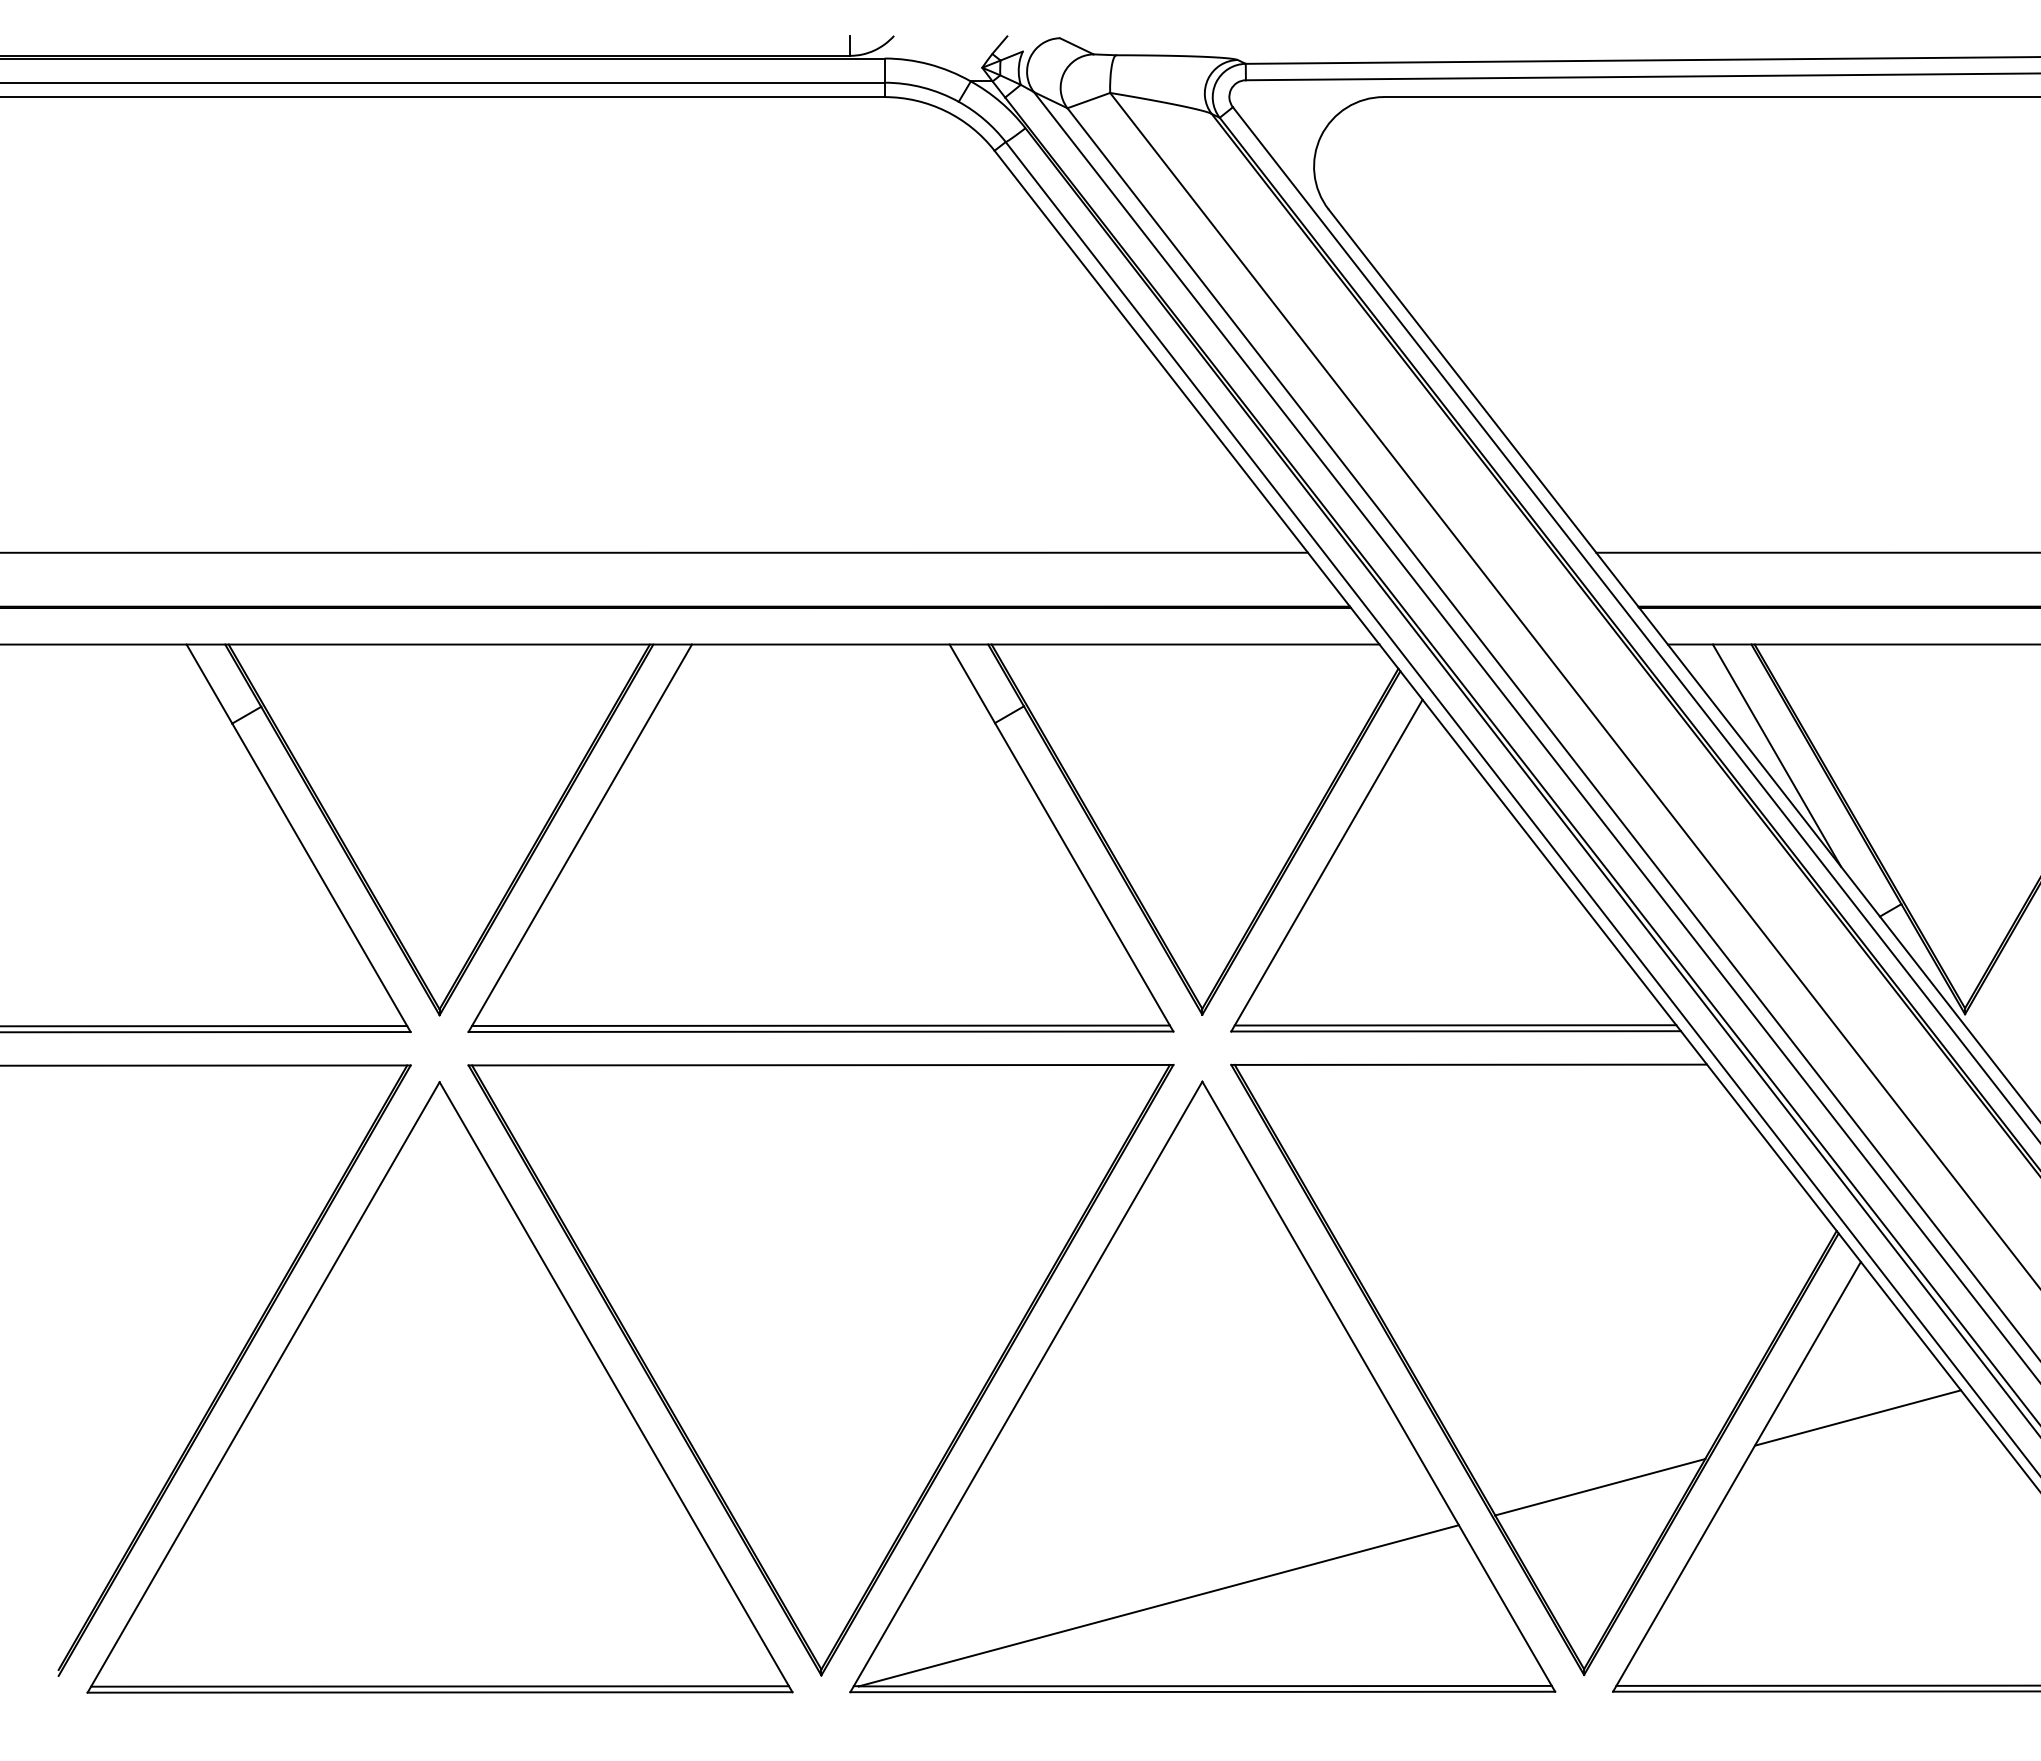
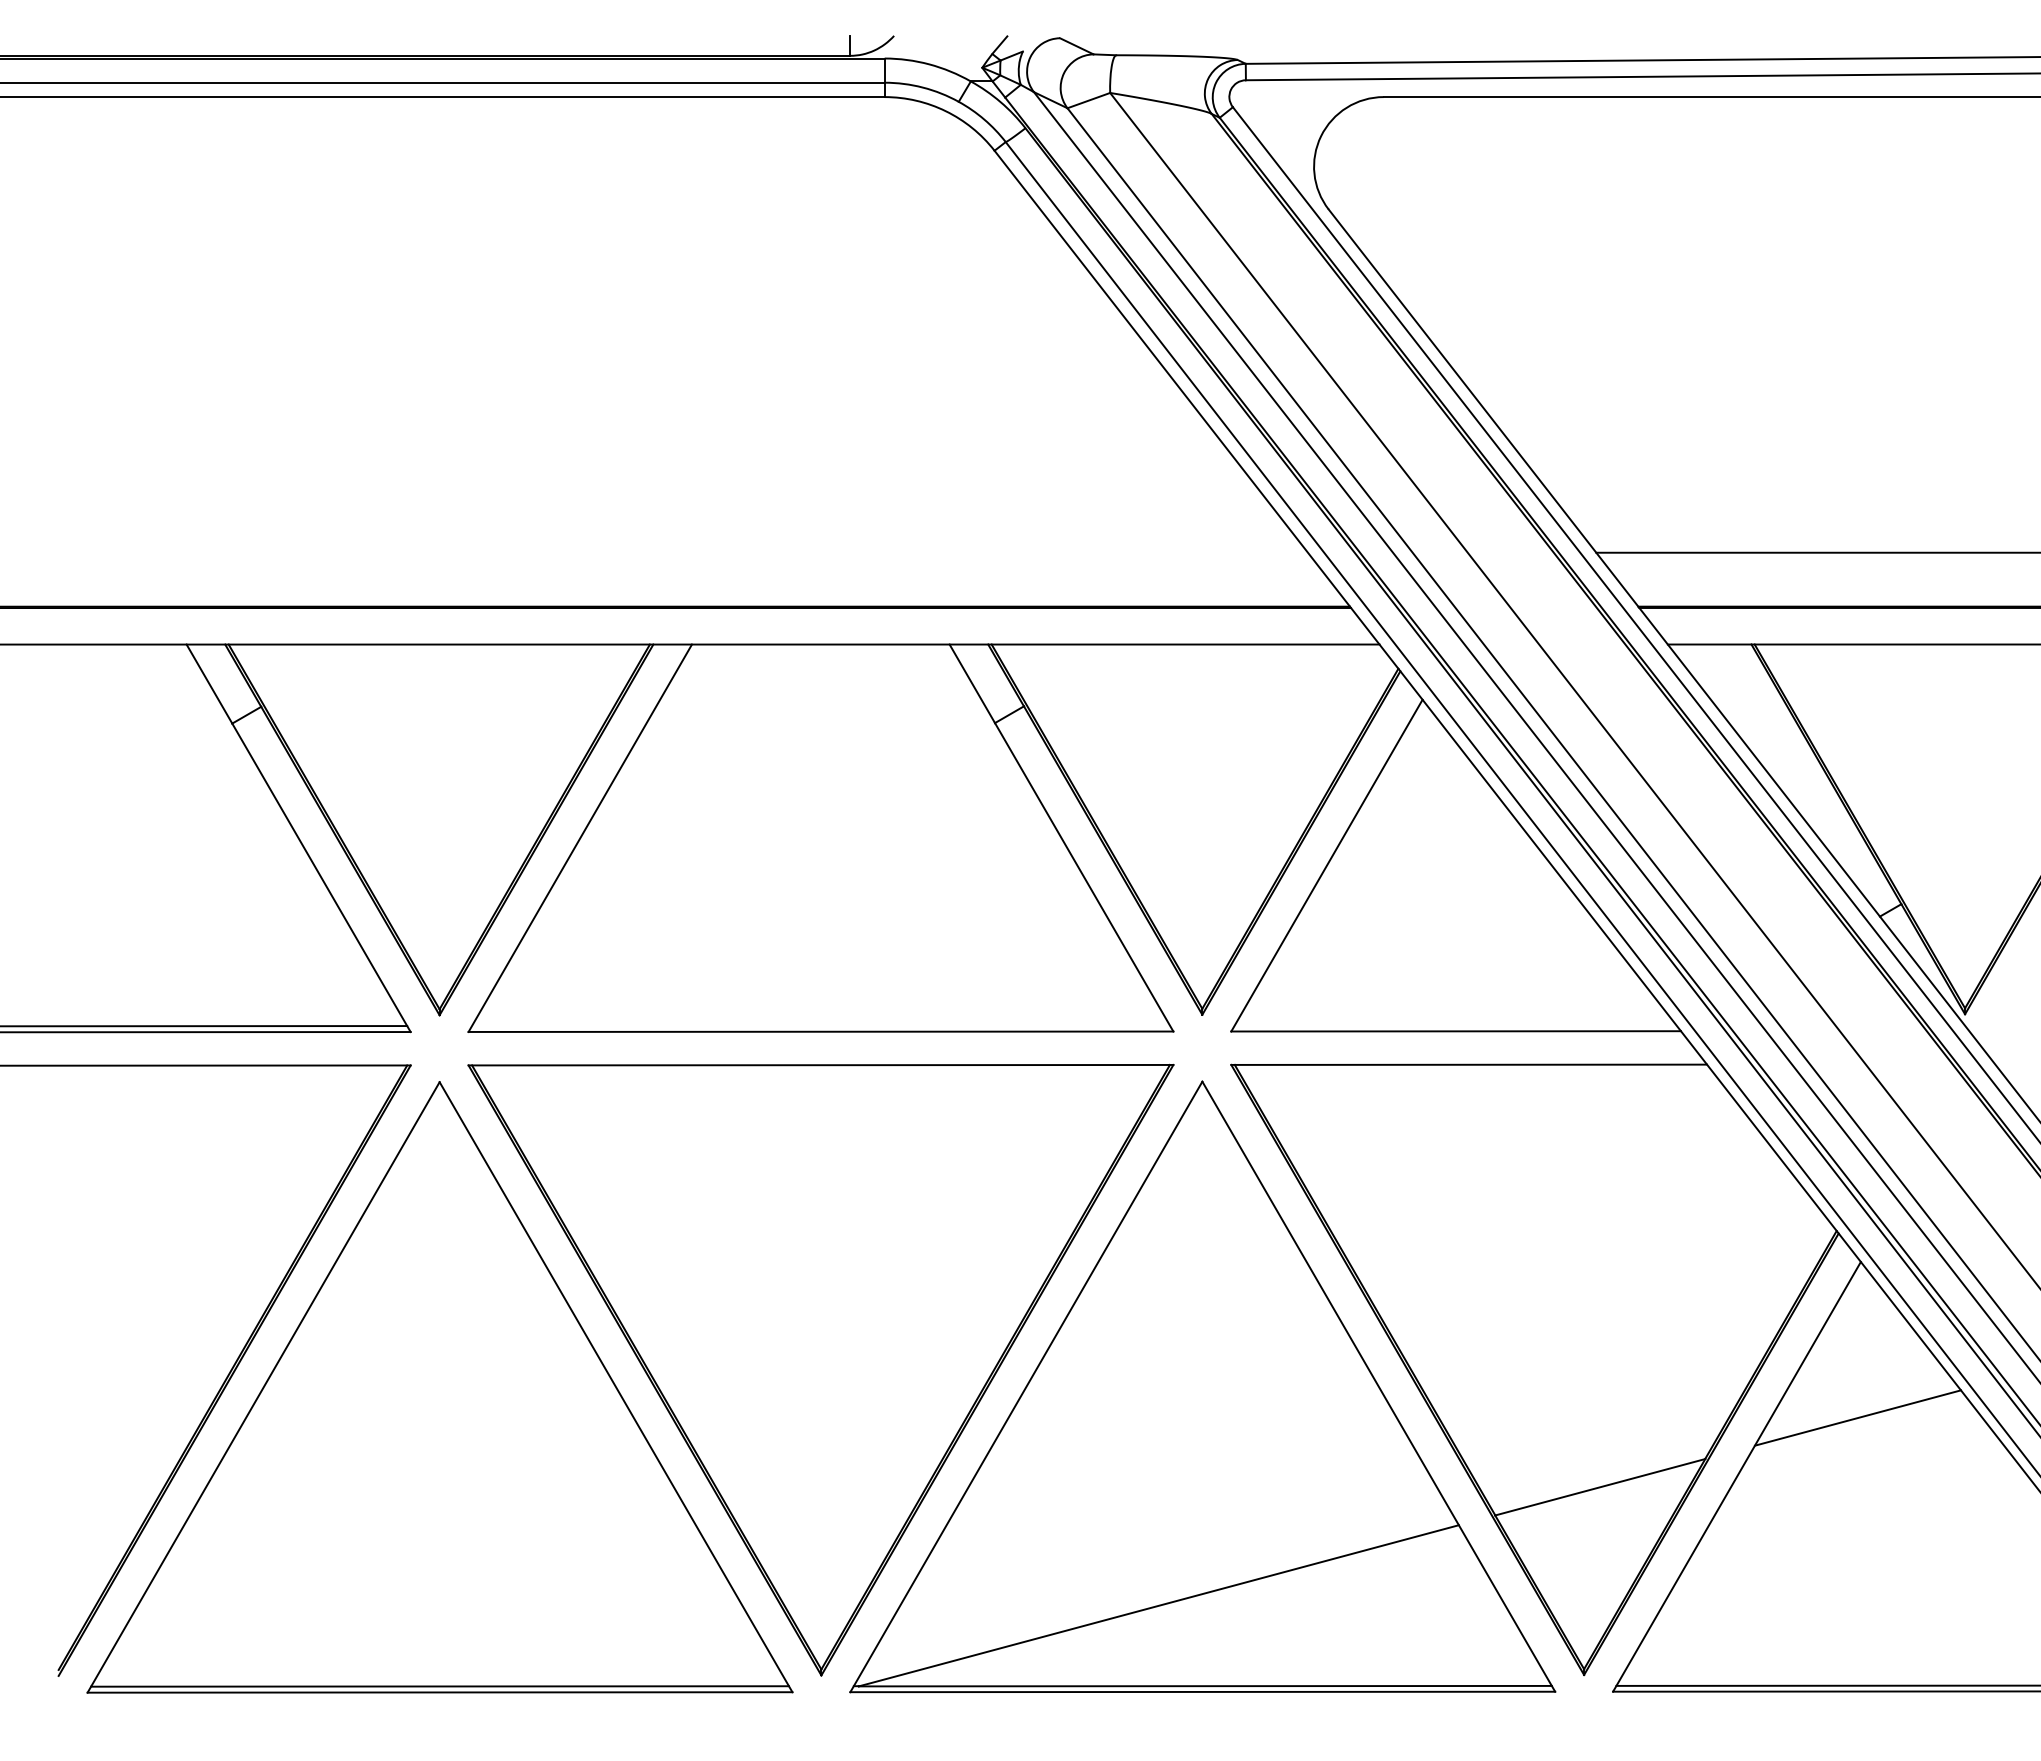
line at (654, 552): present -> none
line at (1776, 755): present -> none
line at (820, 1025): present -> none
line at (1455, 1025): present -> none
